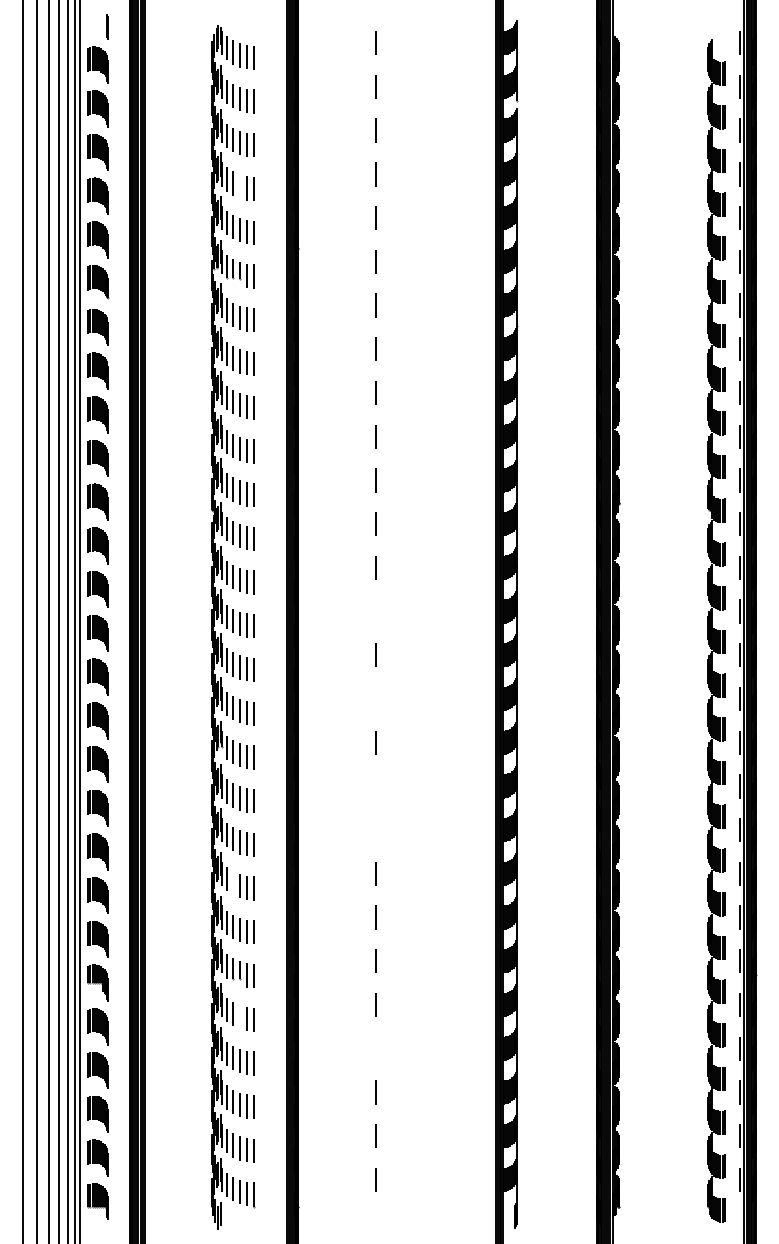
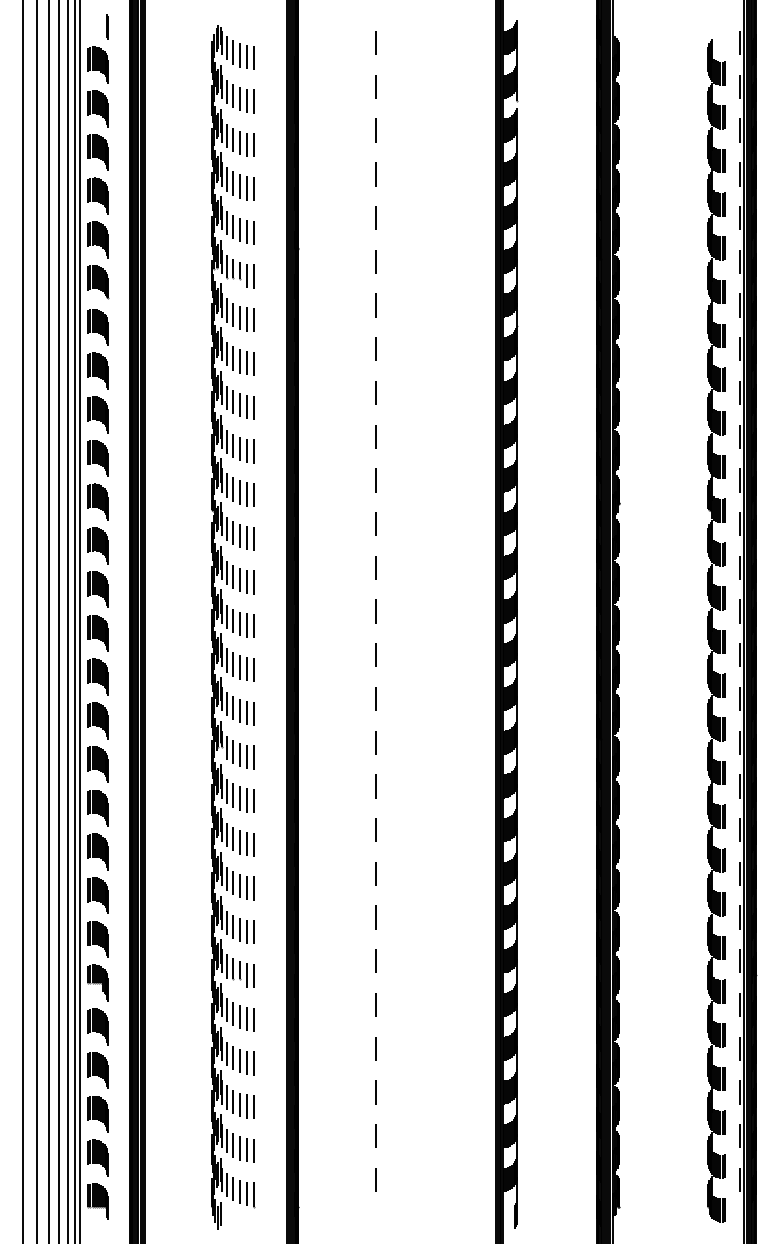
line at (239, 186): none -> present
line at (375, 611): none -> present
line at (375, 698): none -> present
line at (375, 786): none -> present
line at (375, 830): none -> present
line at (233, 882): none -> present
line at (239, 1017): none -> present
line at (375, 1048): none -> present
